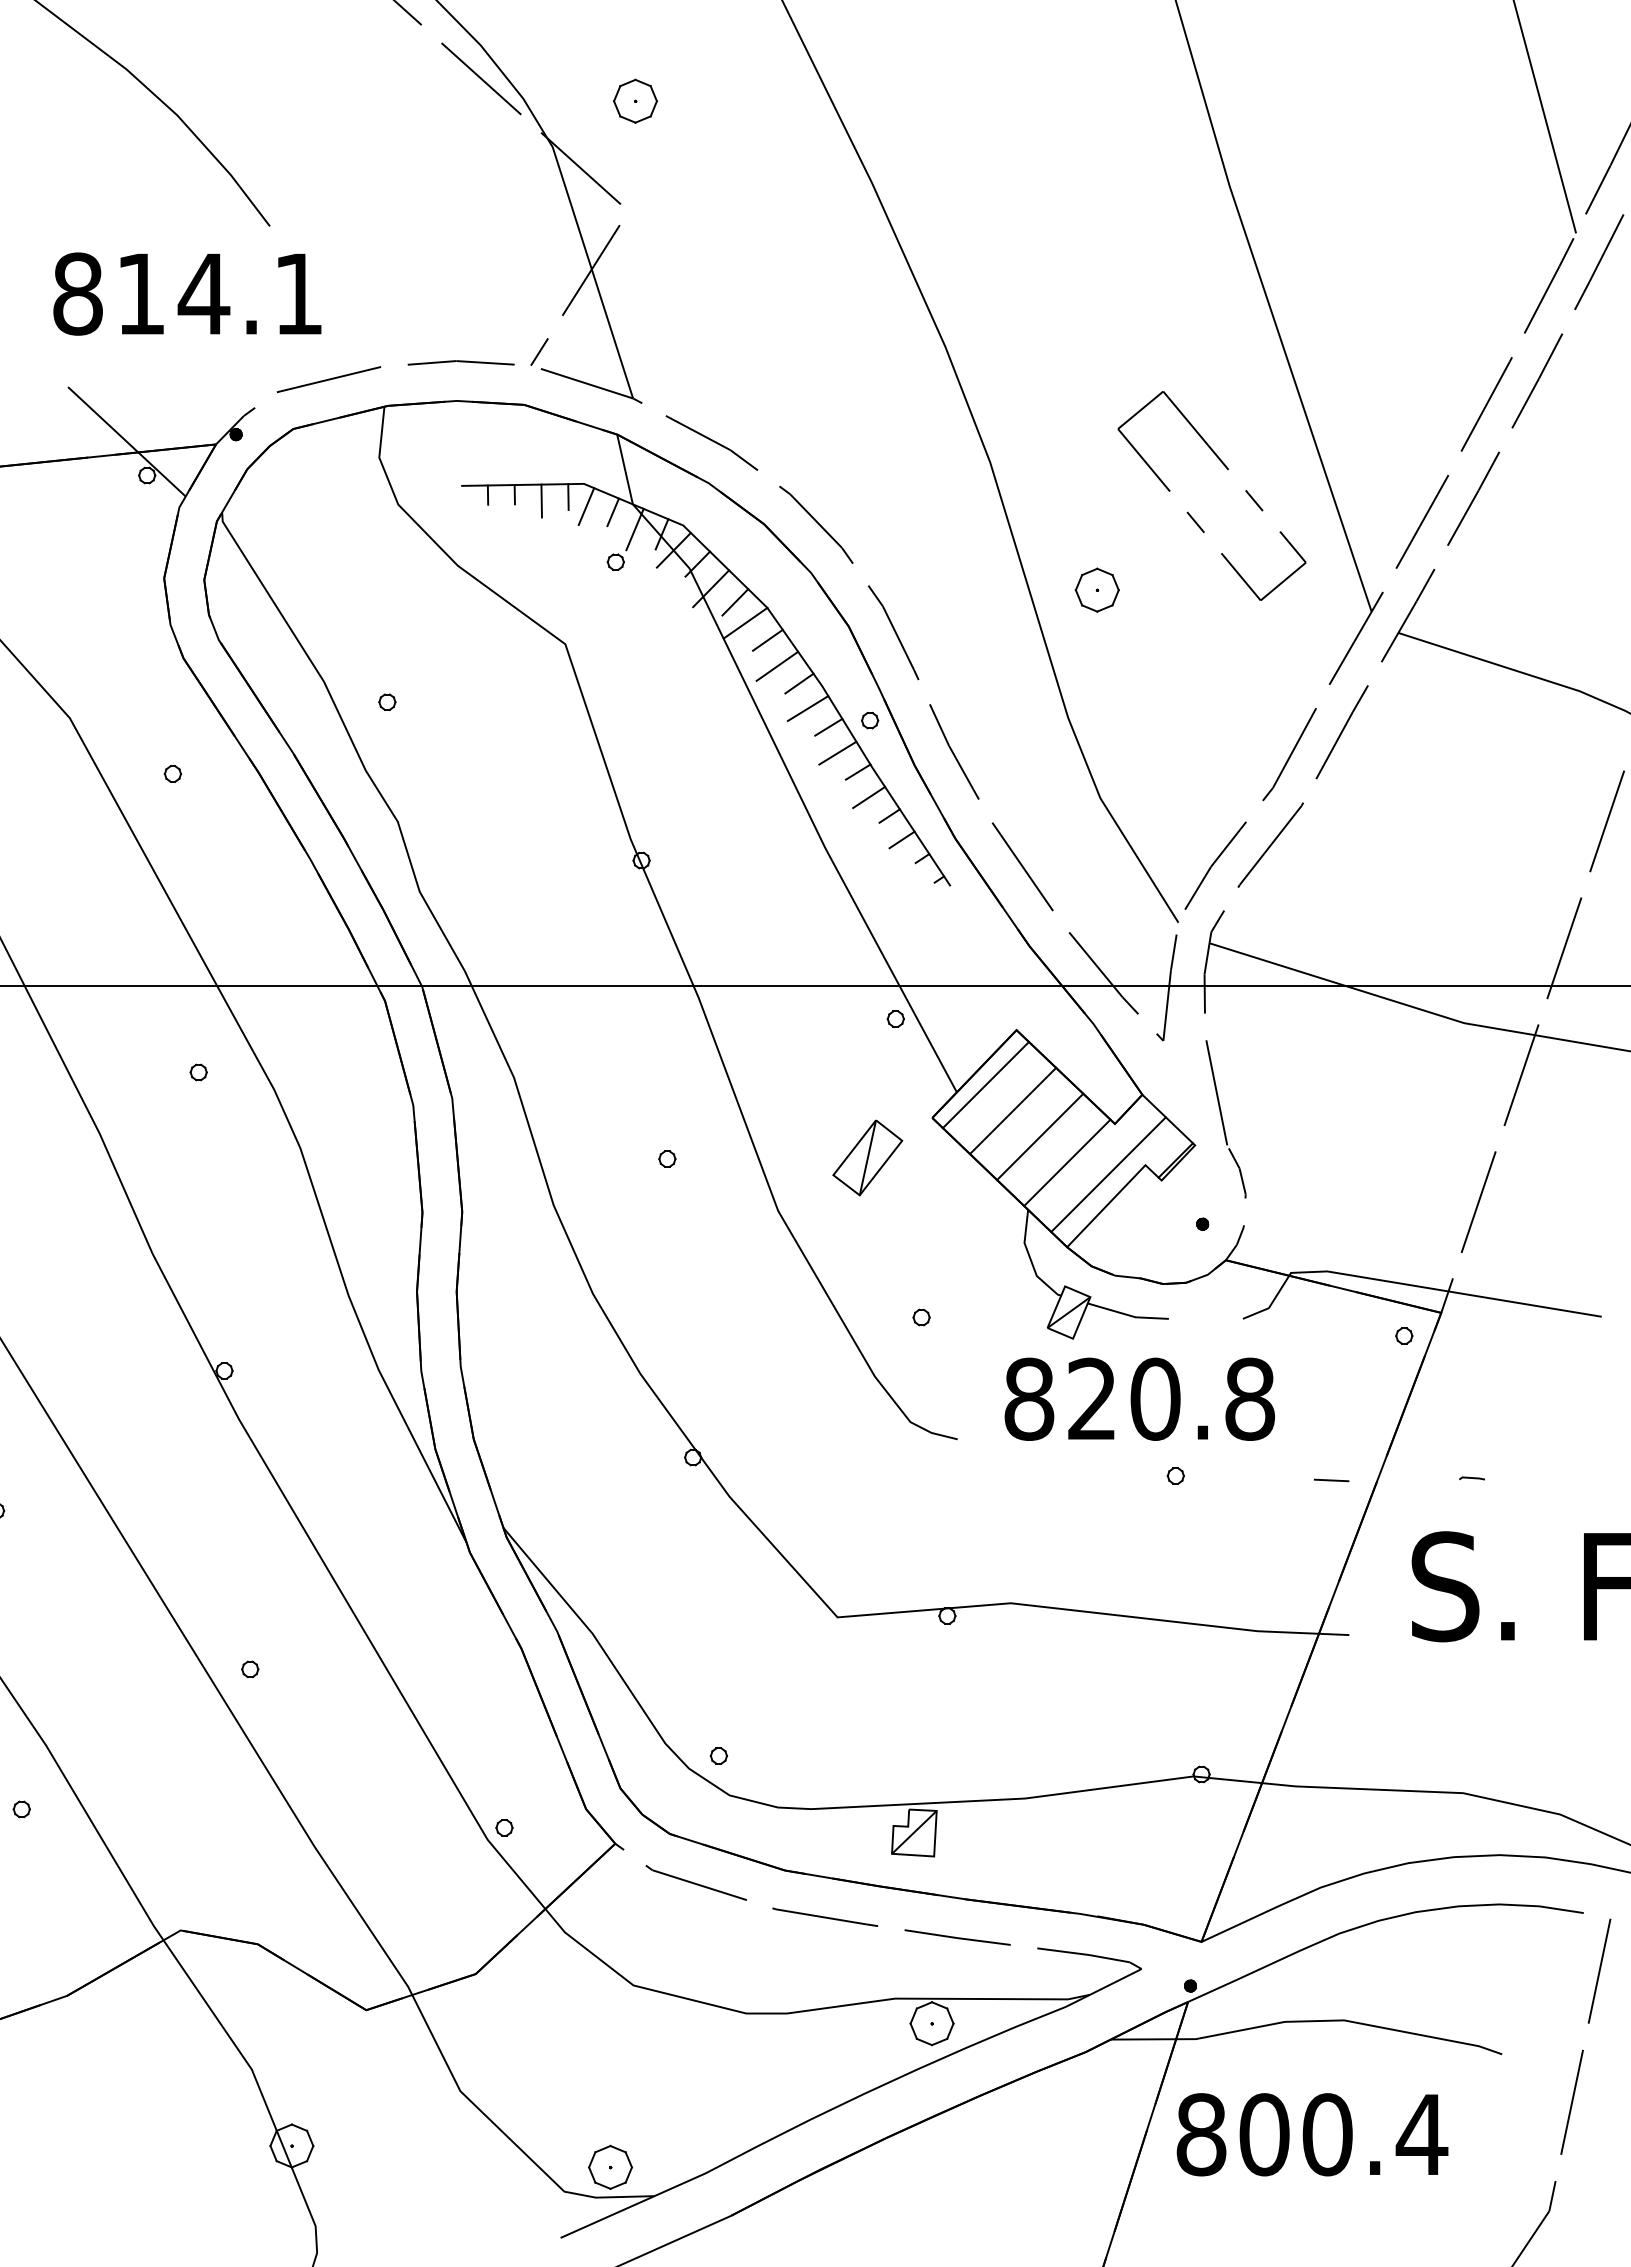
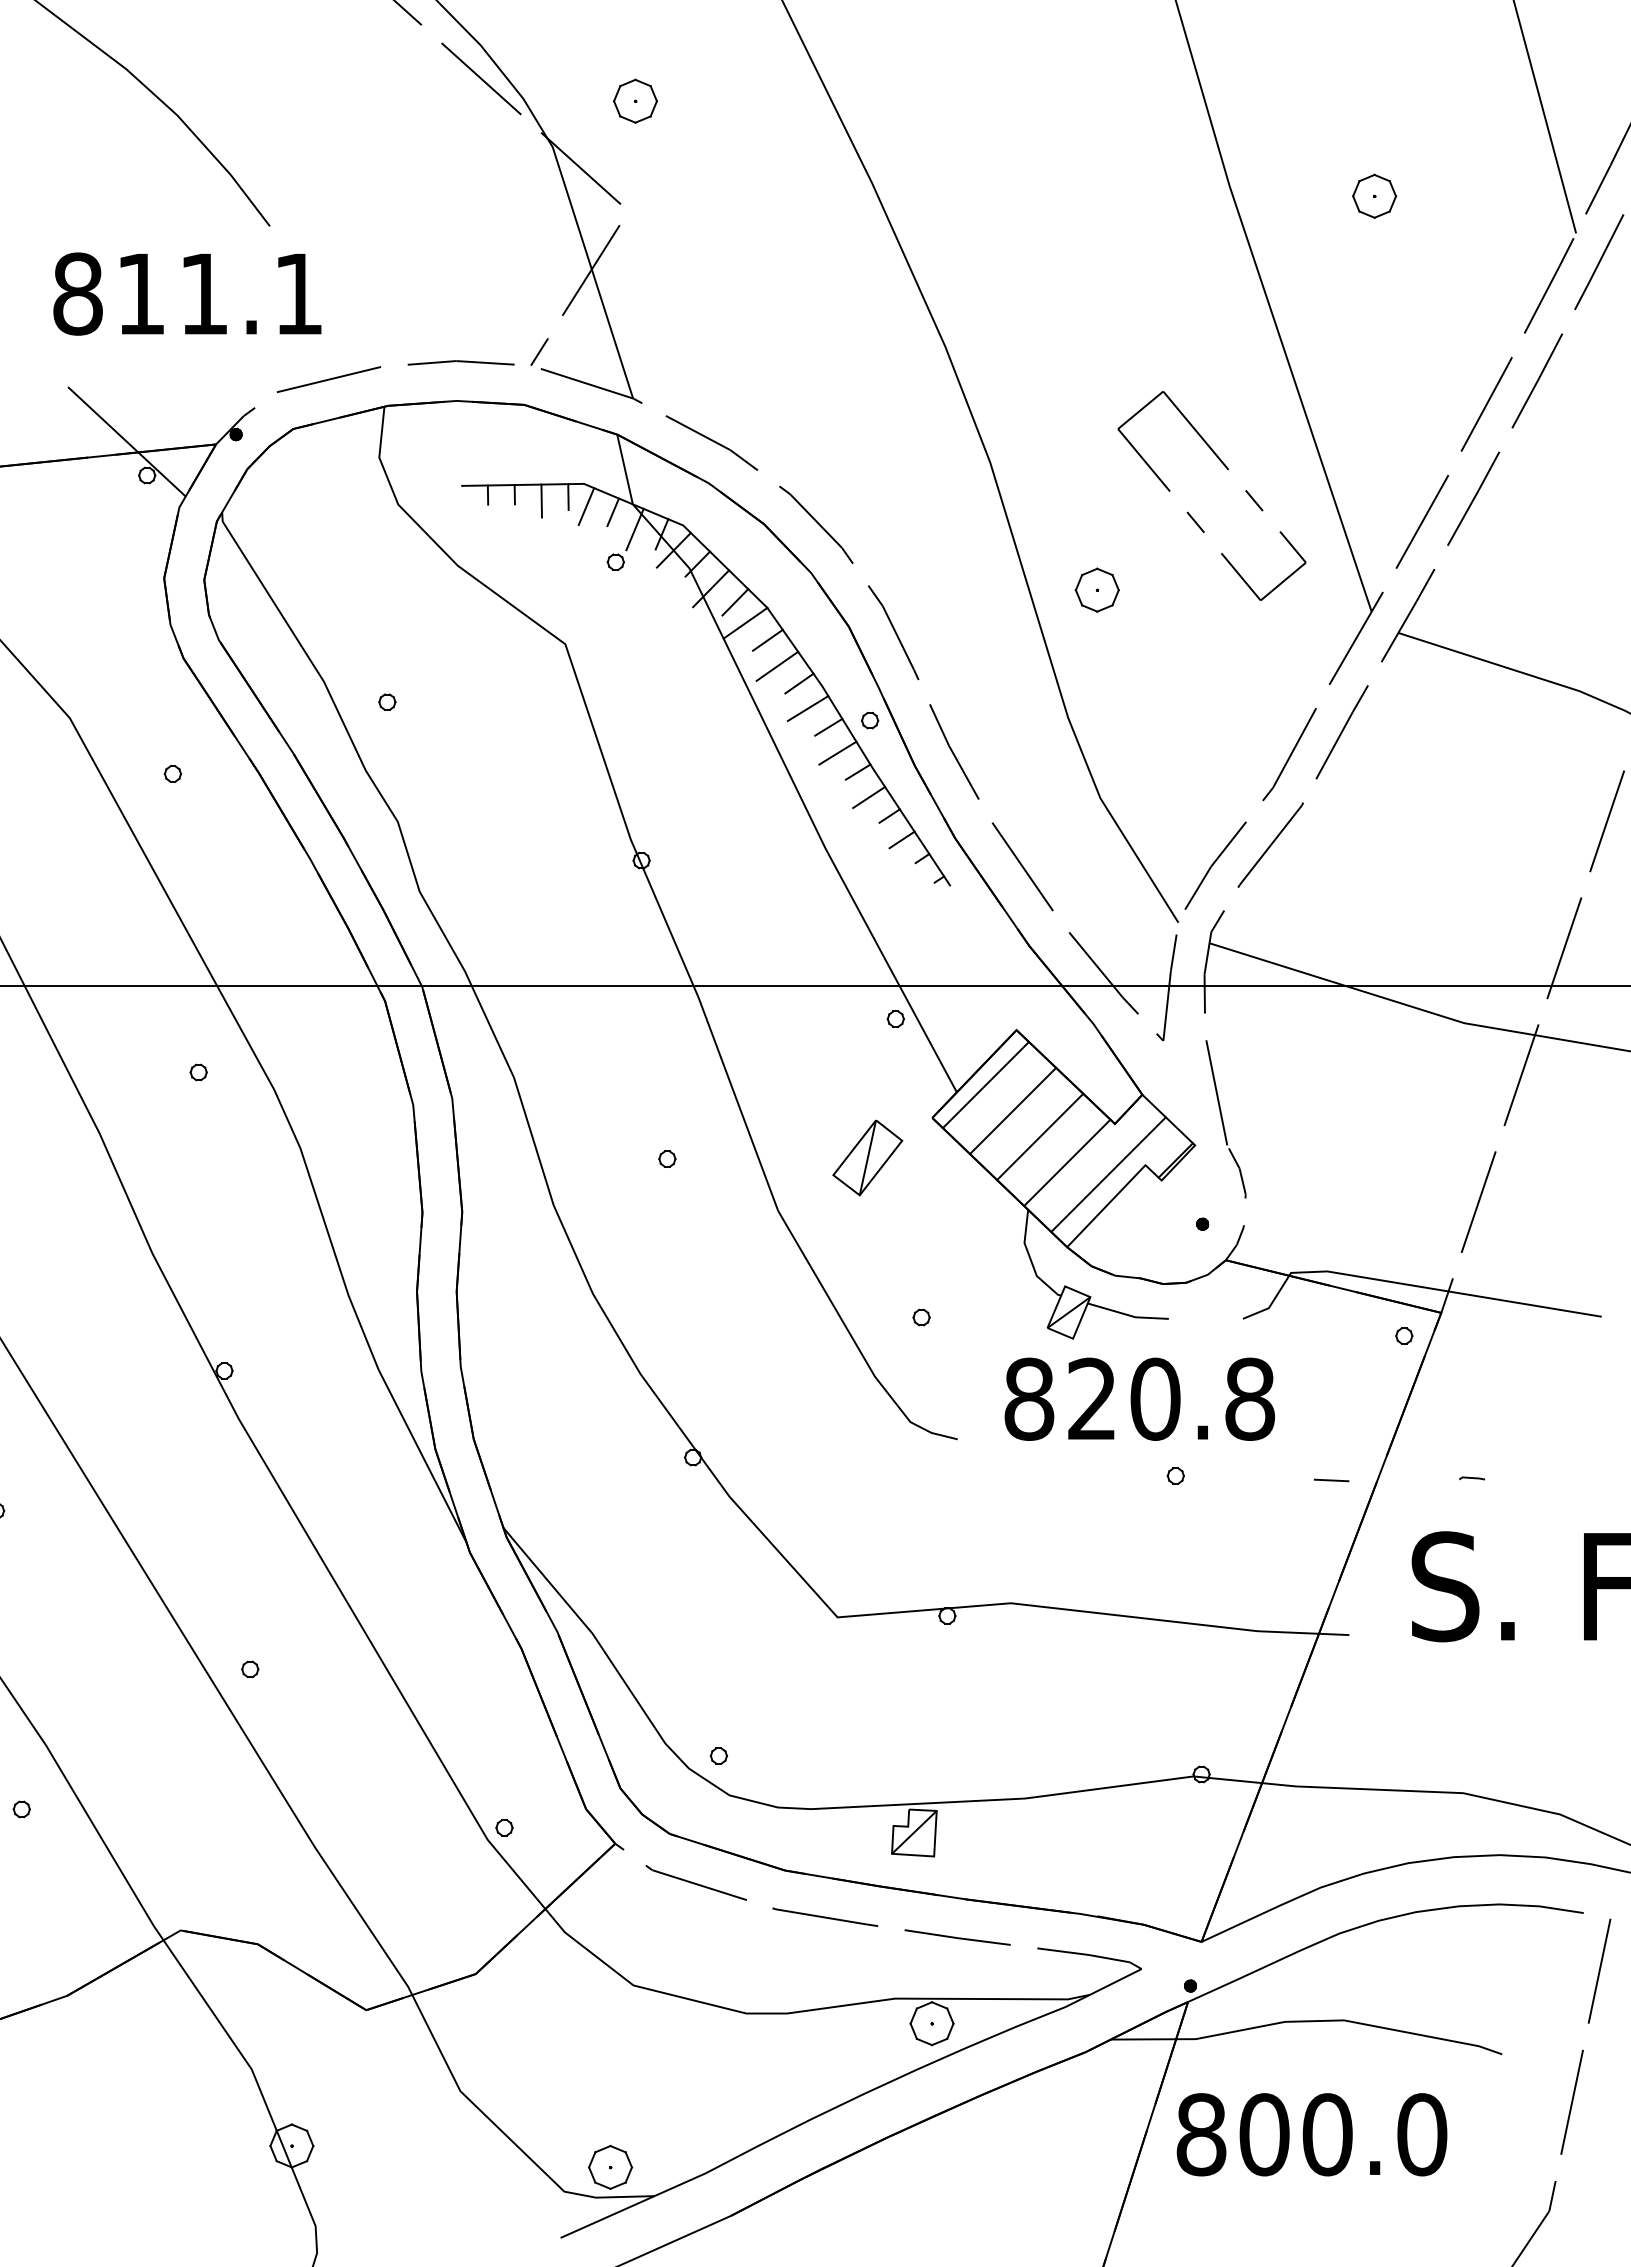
part at (1374, 195): none -> present
text at (203, 293): 814.1 -> 811.1
text at (1421, 2134): 800.4 -> 800.0
